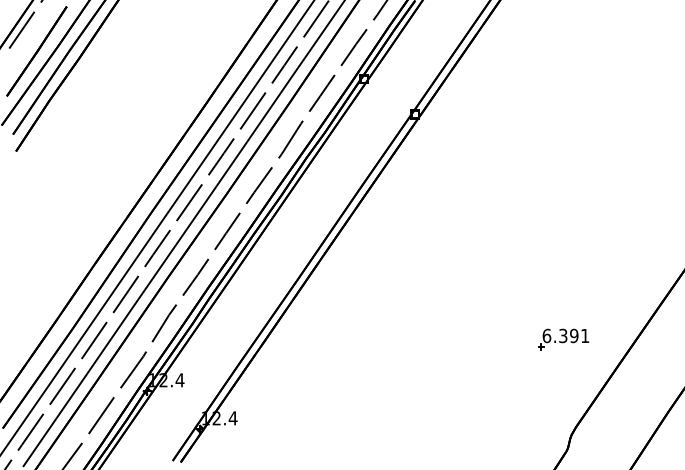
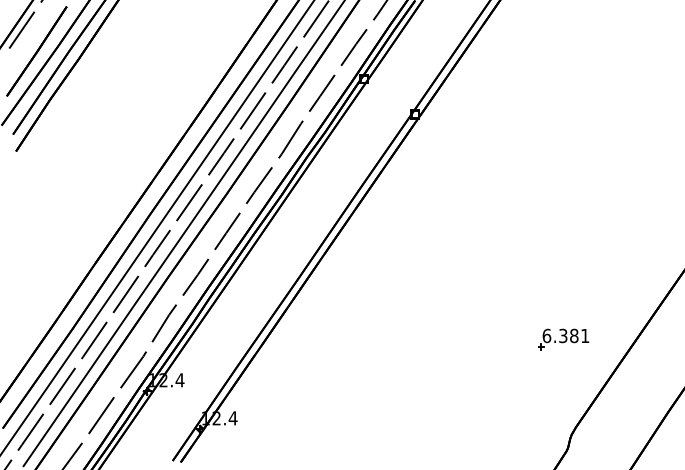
text at (574, 336): 6.391 -> 6.381
